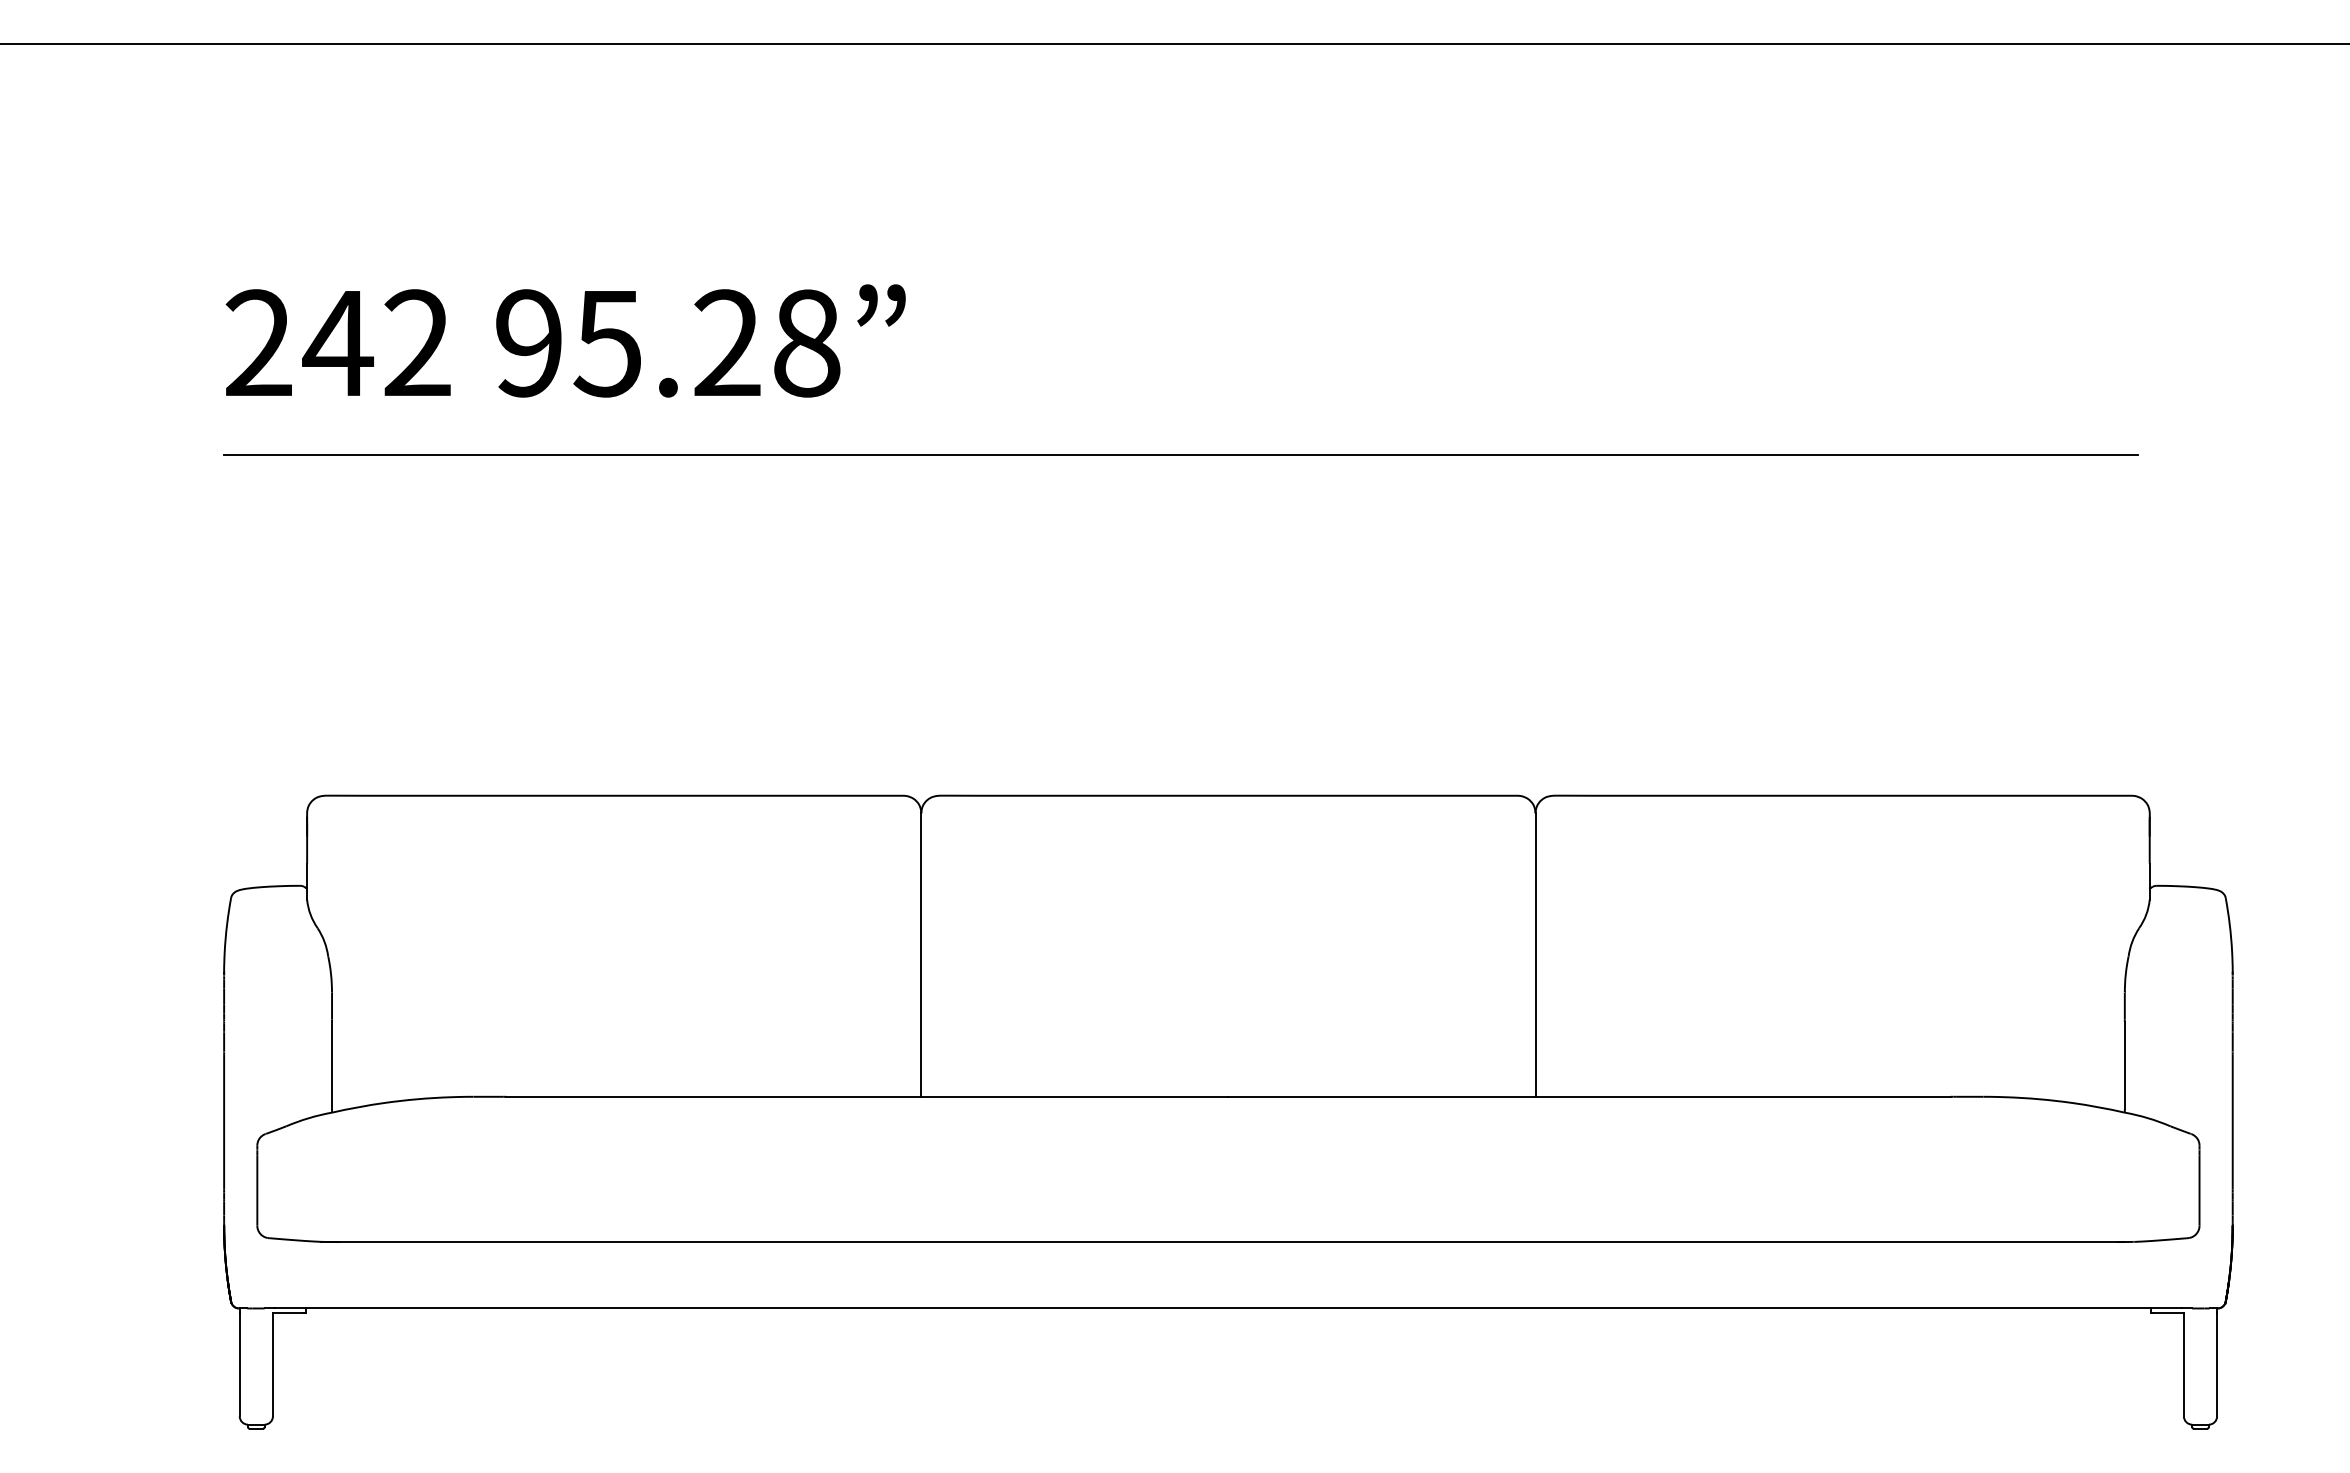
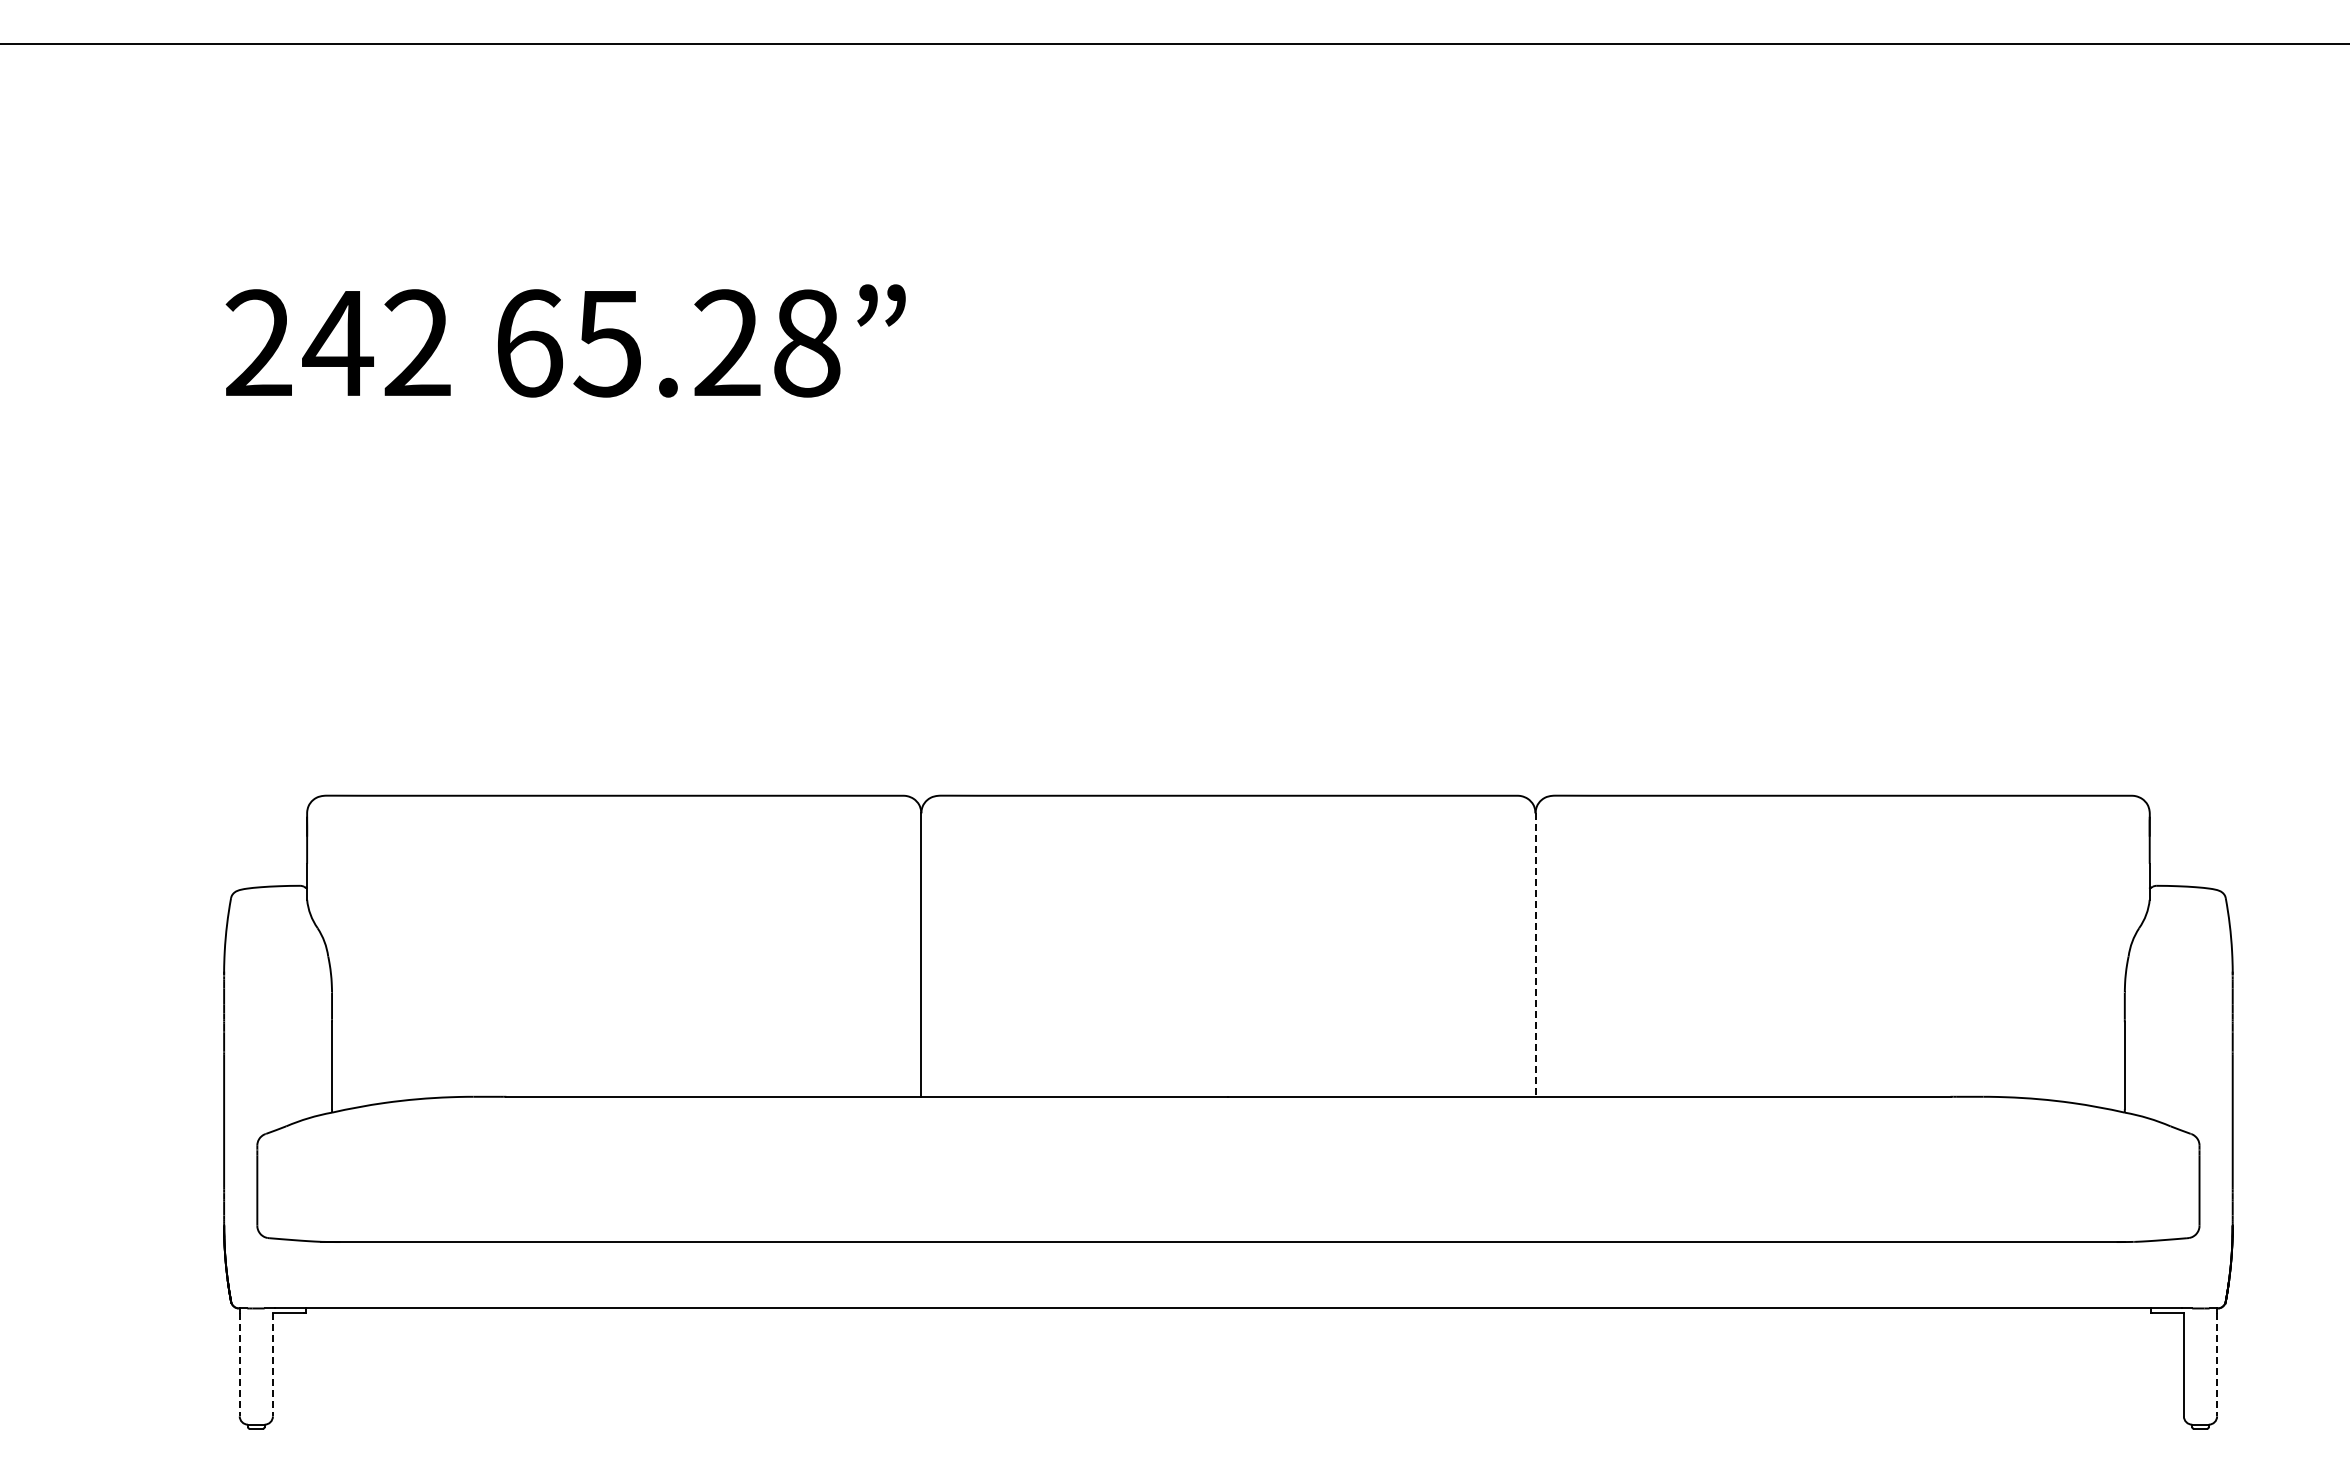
text at (529, 343): 95.28 -> 65.28
line at (1180, 455): present -> none
line at (1535, 955): solid -> dashed
line at (239, 1364): solid -> dashed
line at (272, 1364): solid -> dashed
line at (2217, 1364): solid -> dashed
